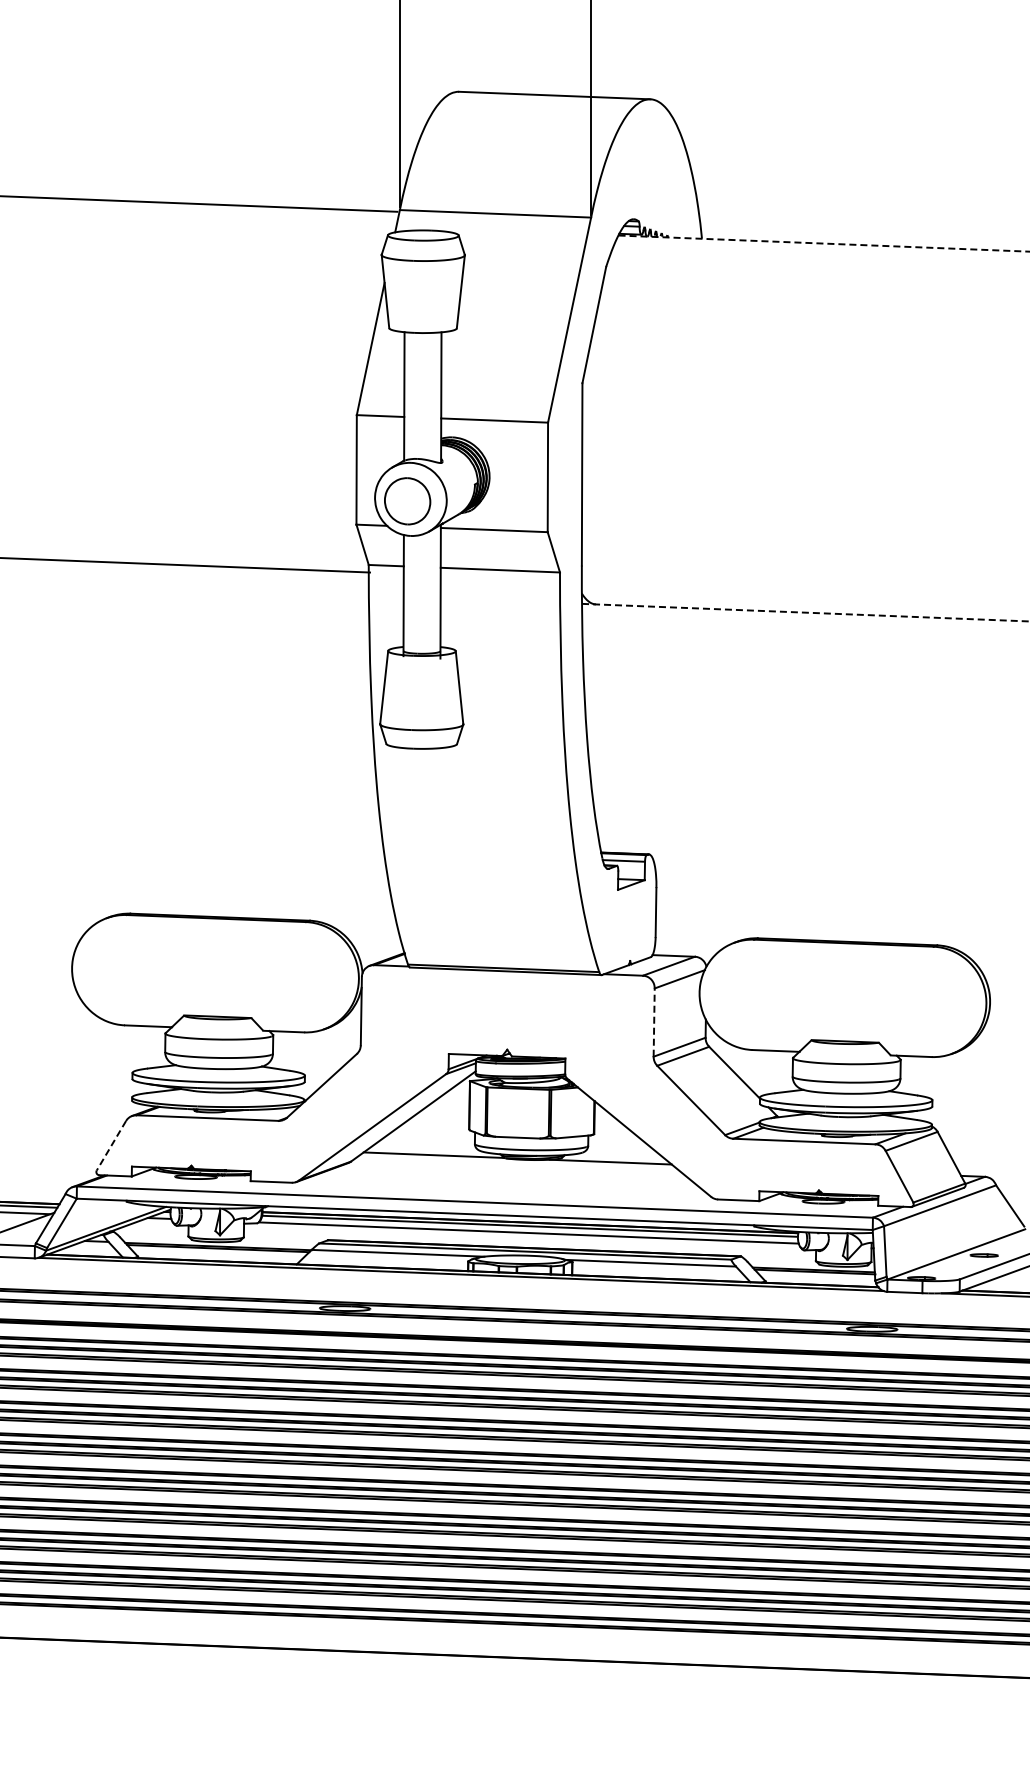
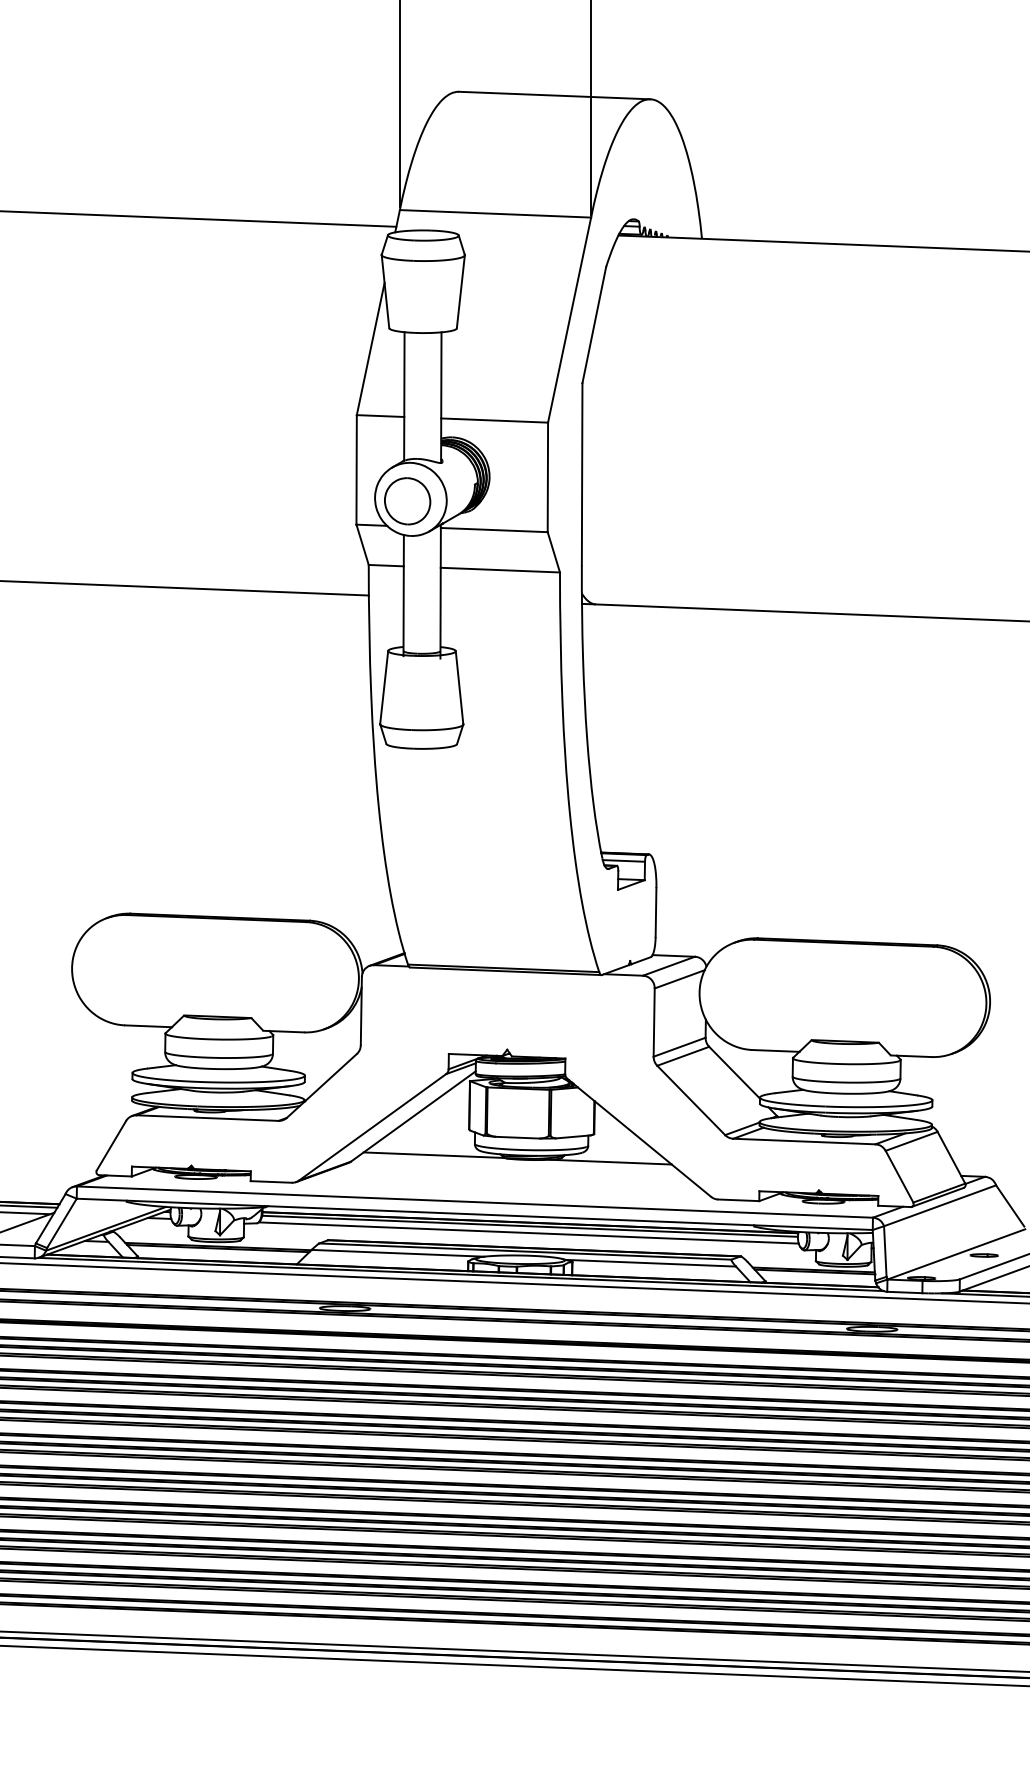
line at (199, 203) position: (199, 203) -> (199, 218)
line at (824, 243): dashed -> solid
line at (186, 565) position: (186, 565) -> (185, 588)
line at (805, 612): dashed -> solid
line at (654, 1022): dashed -> solid
line at (111, 1145): dashed -> solid
line at (514, 1283): none -> present
line at (514, 1651): none -> present
line at (514, 1665): none -> present
